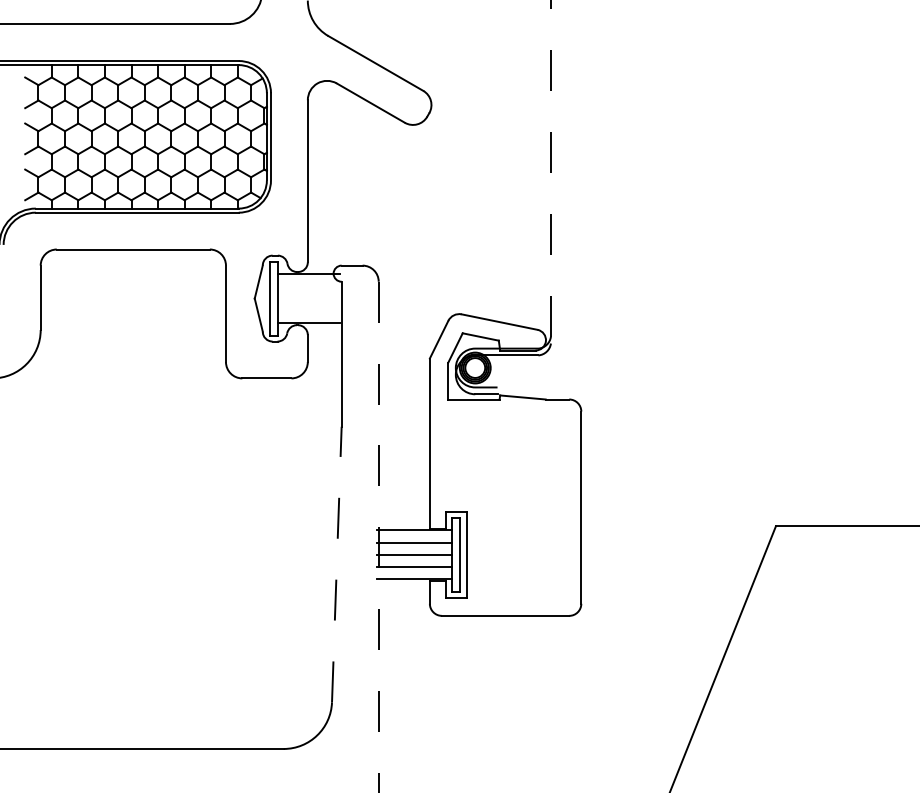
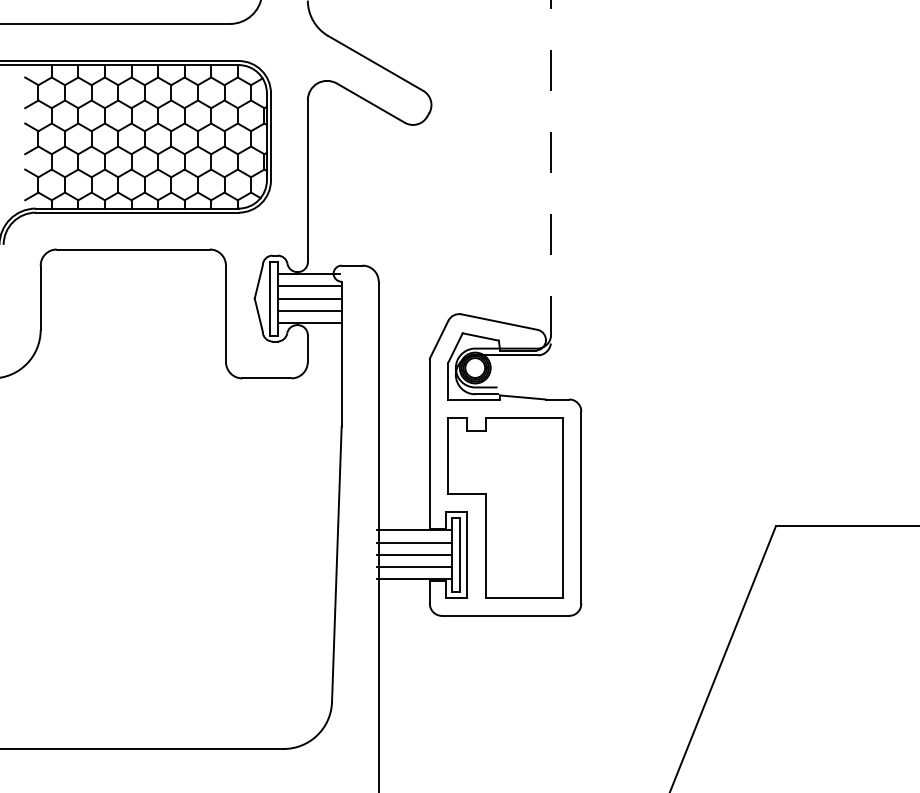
line at (308, 286): none -> present
line at (308, 298): none -> present
line at (308, 311): none -> present
part at (505, 507): none -> present
line at (378, 537): dashed -> solid
line at (336, 564): dashed -> solid
